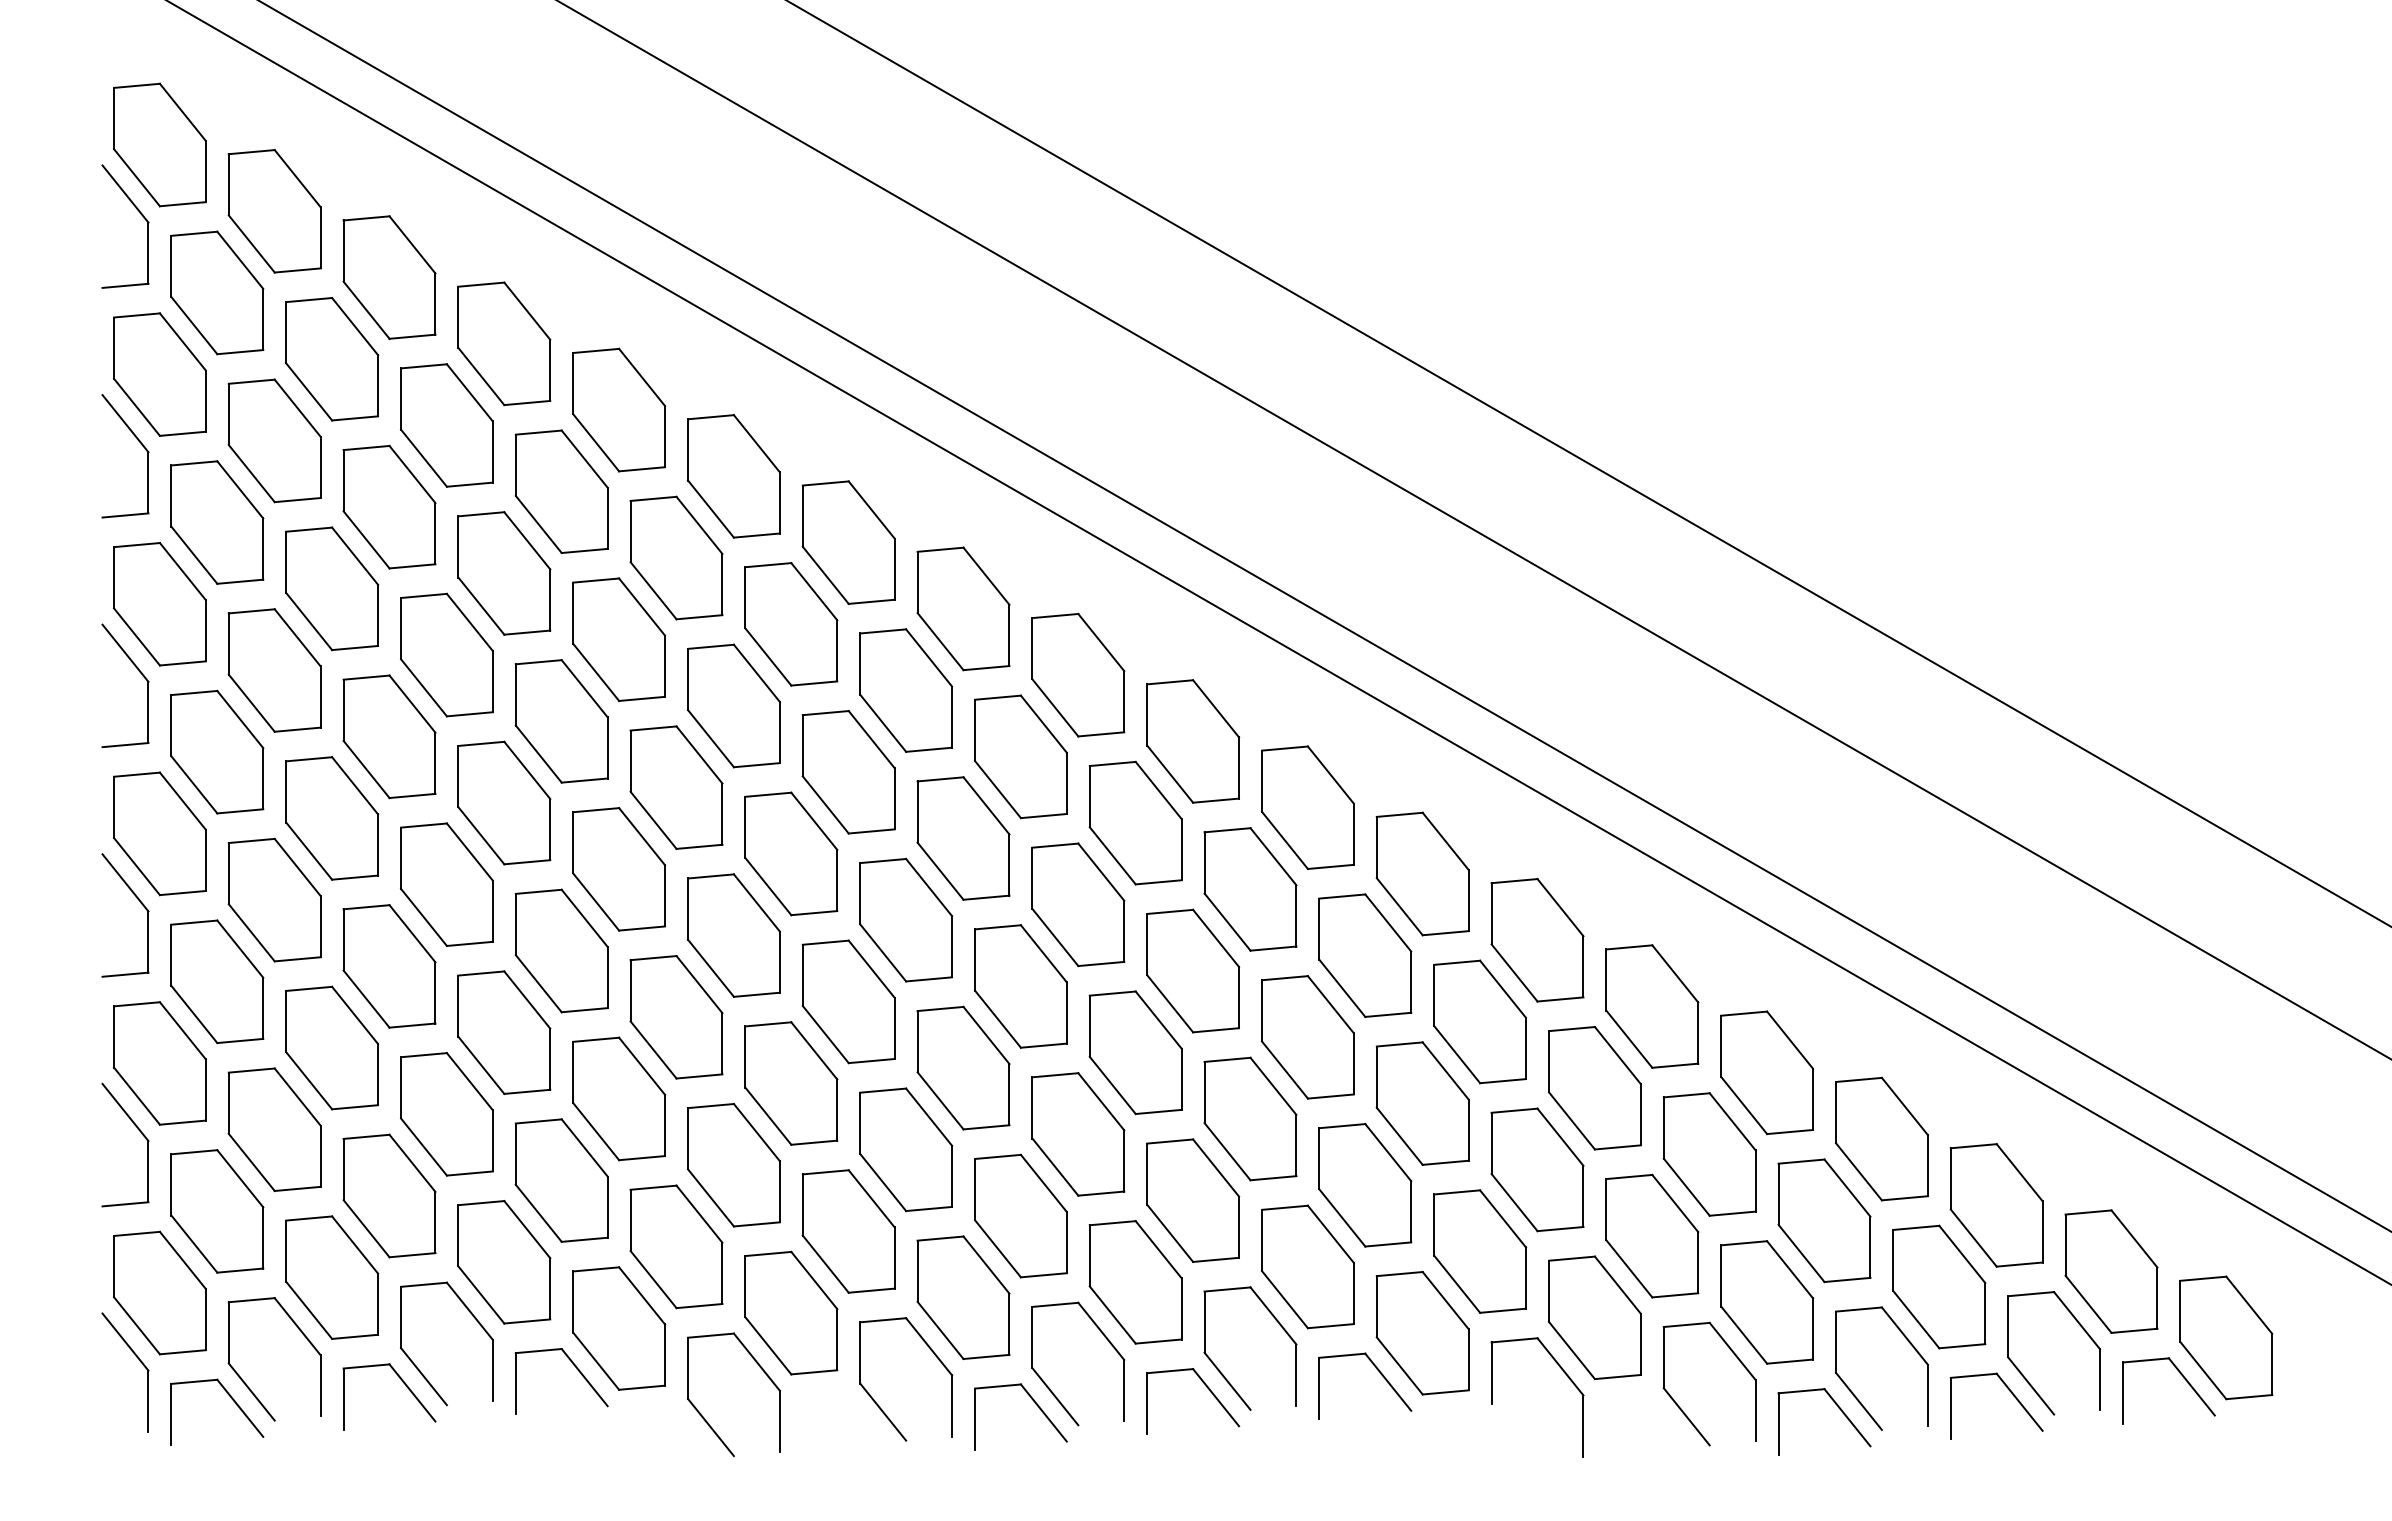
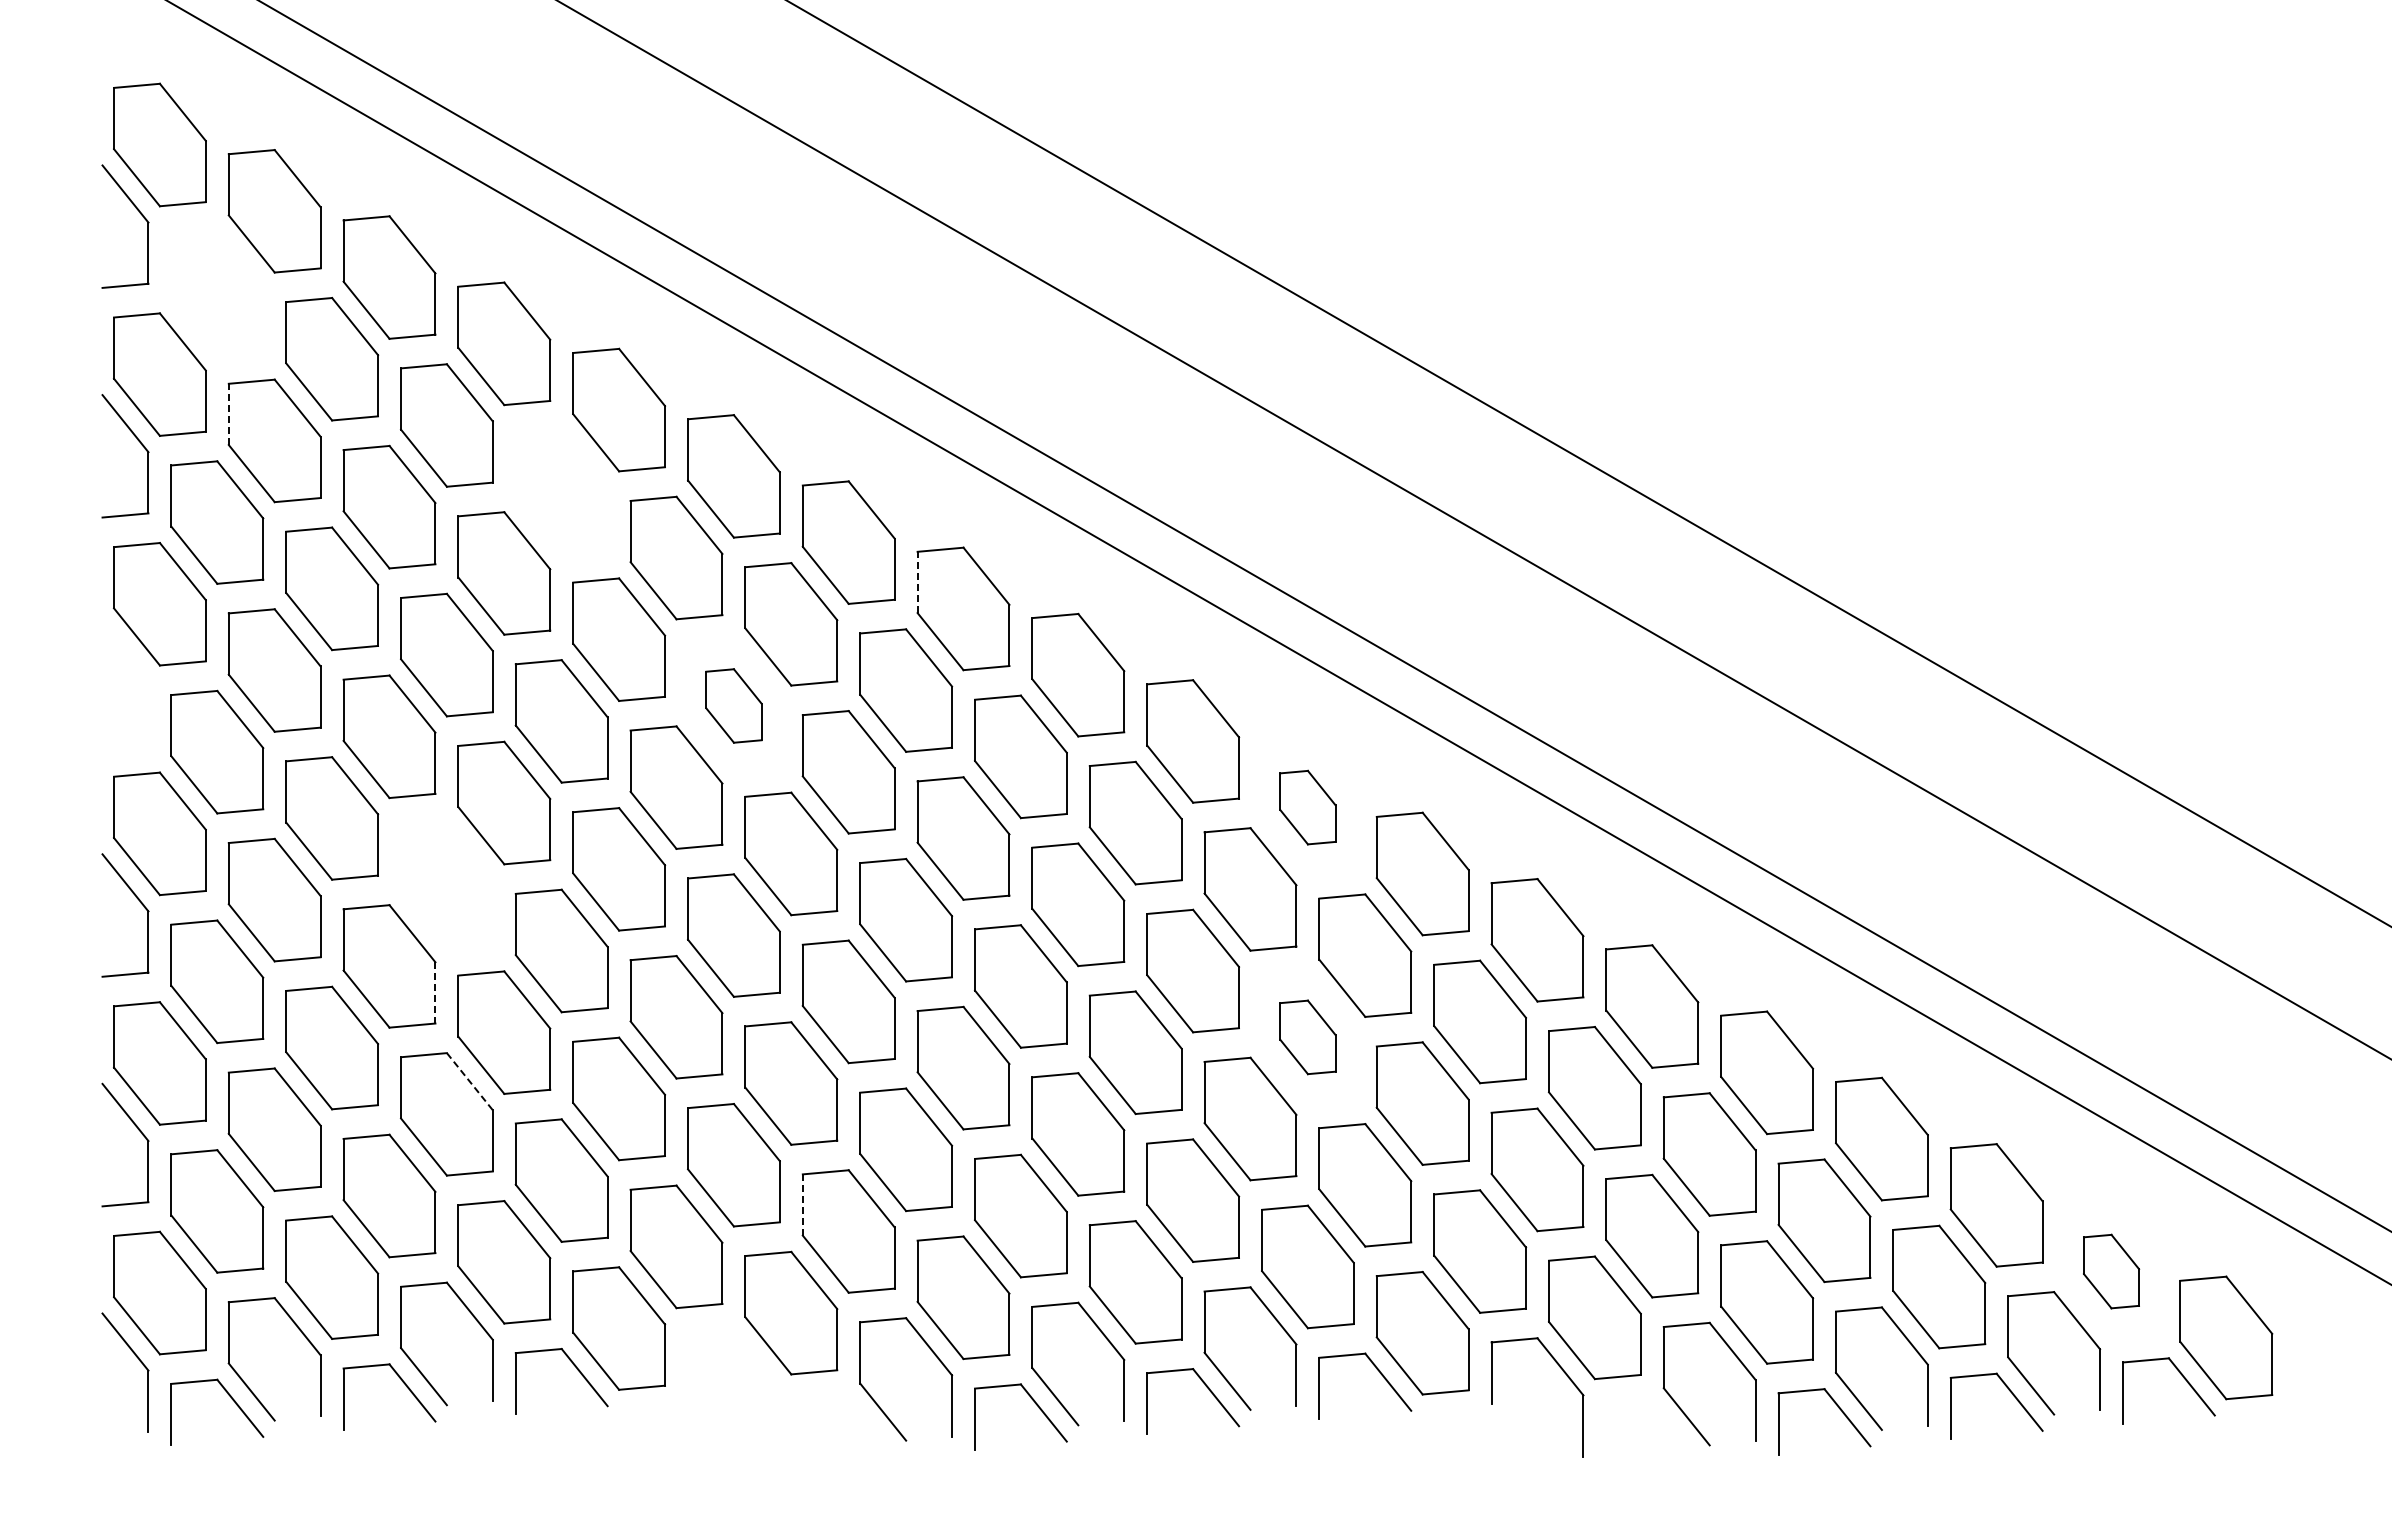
part at (217, 292): present -> none
line at (228, 414): solid -> dashed
part at (561, 491): present -> none
line at (917, 582): solid -> dashed
part at (138, 671): present -> none
part at (733, 705) size: 94x126 px -> 58x76 px
part at (1307, 807) size: 94x125 px -> 58x77 px
part at (446, 884): present -> none
line at (435, 992): solid -> dashed
part at (1307, 1037) size: 94x125 px -> 58x77 px
line at (469, 1081): solid -> dashed
line at (802, 1204): solid -> dashed
part at (2111, 1271) size: 95x125 px -> 58x77 px
part at (704, 1417): present -> none
